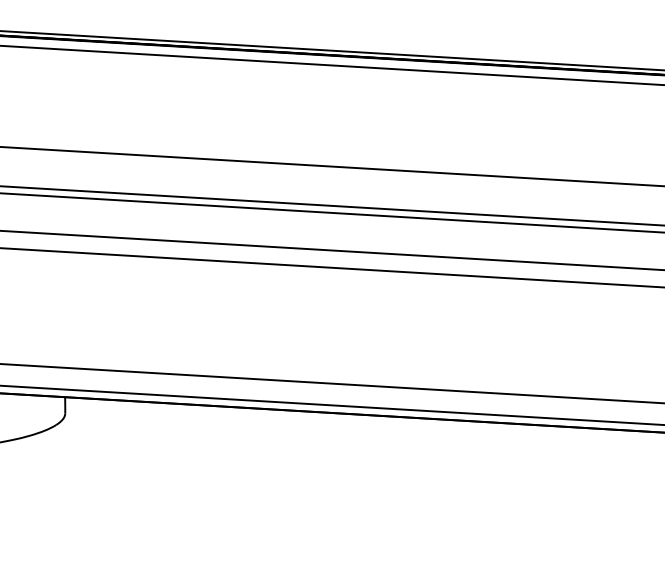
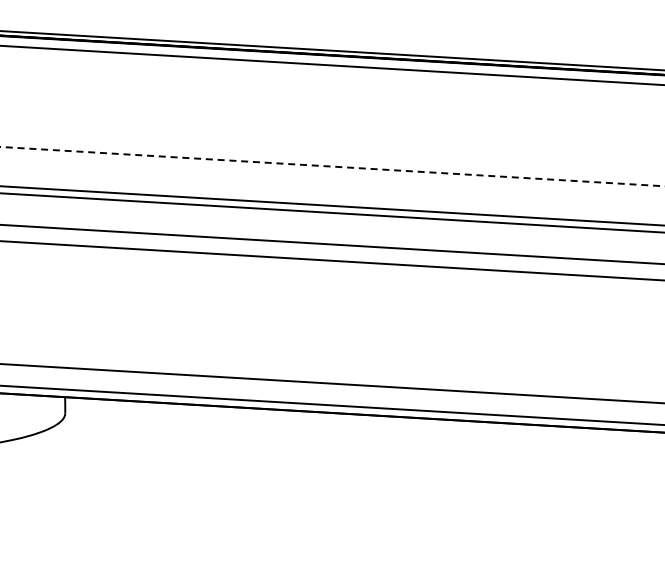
line at (332, 166): solid -> dashed
line at (331, 249) position: (331, 249) -> (331, 243)
line at (331, 267) position: (331, 267) -> (331, 260)
